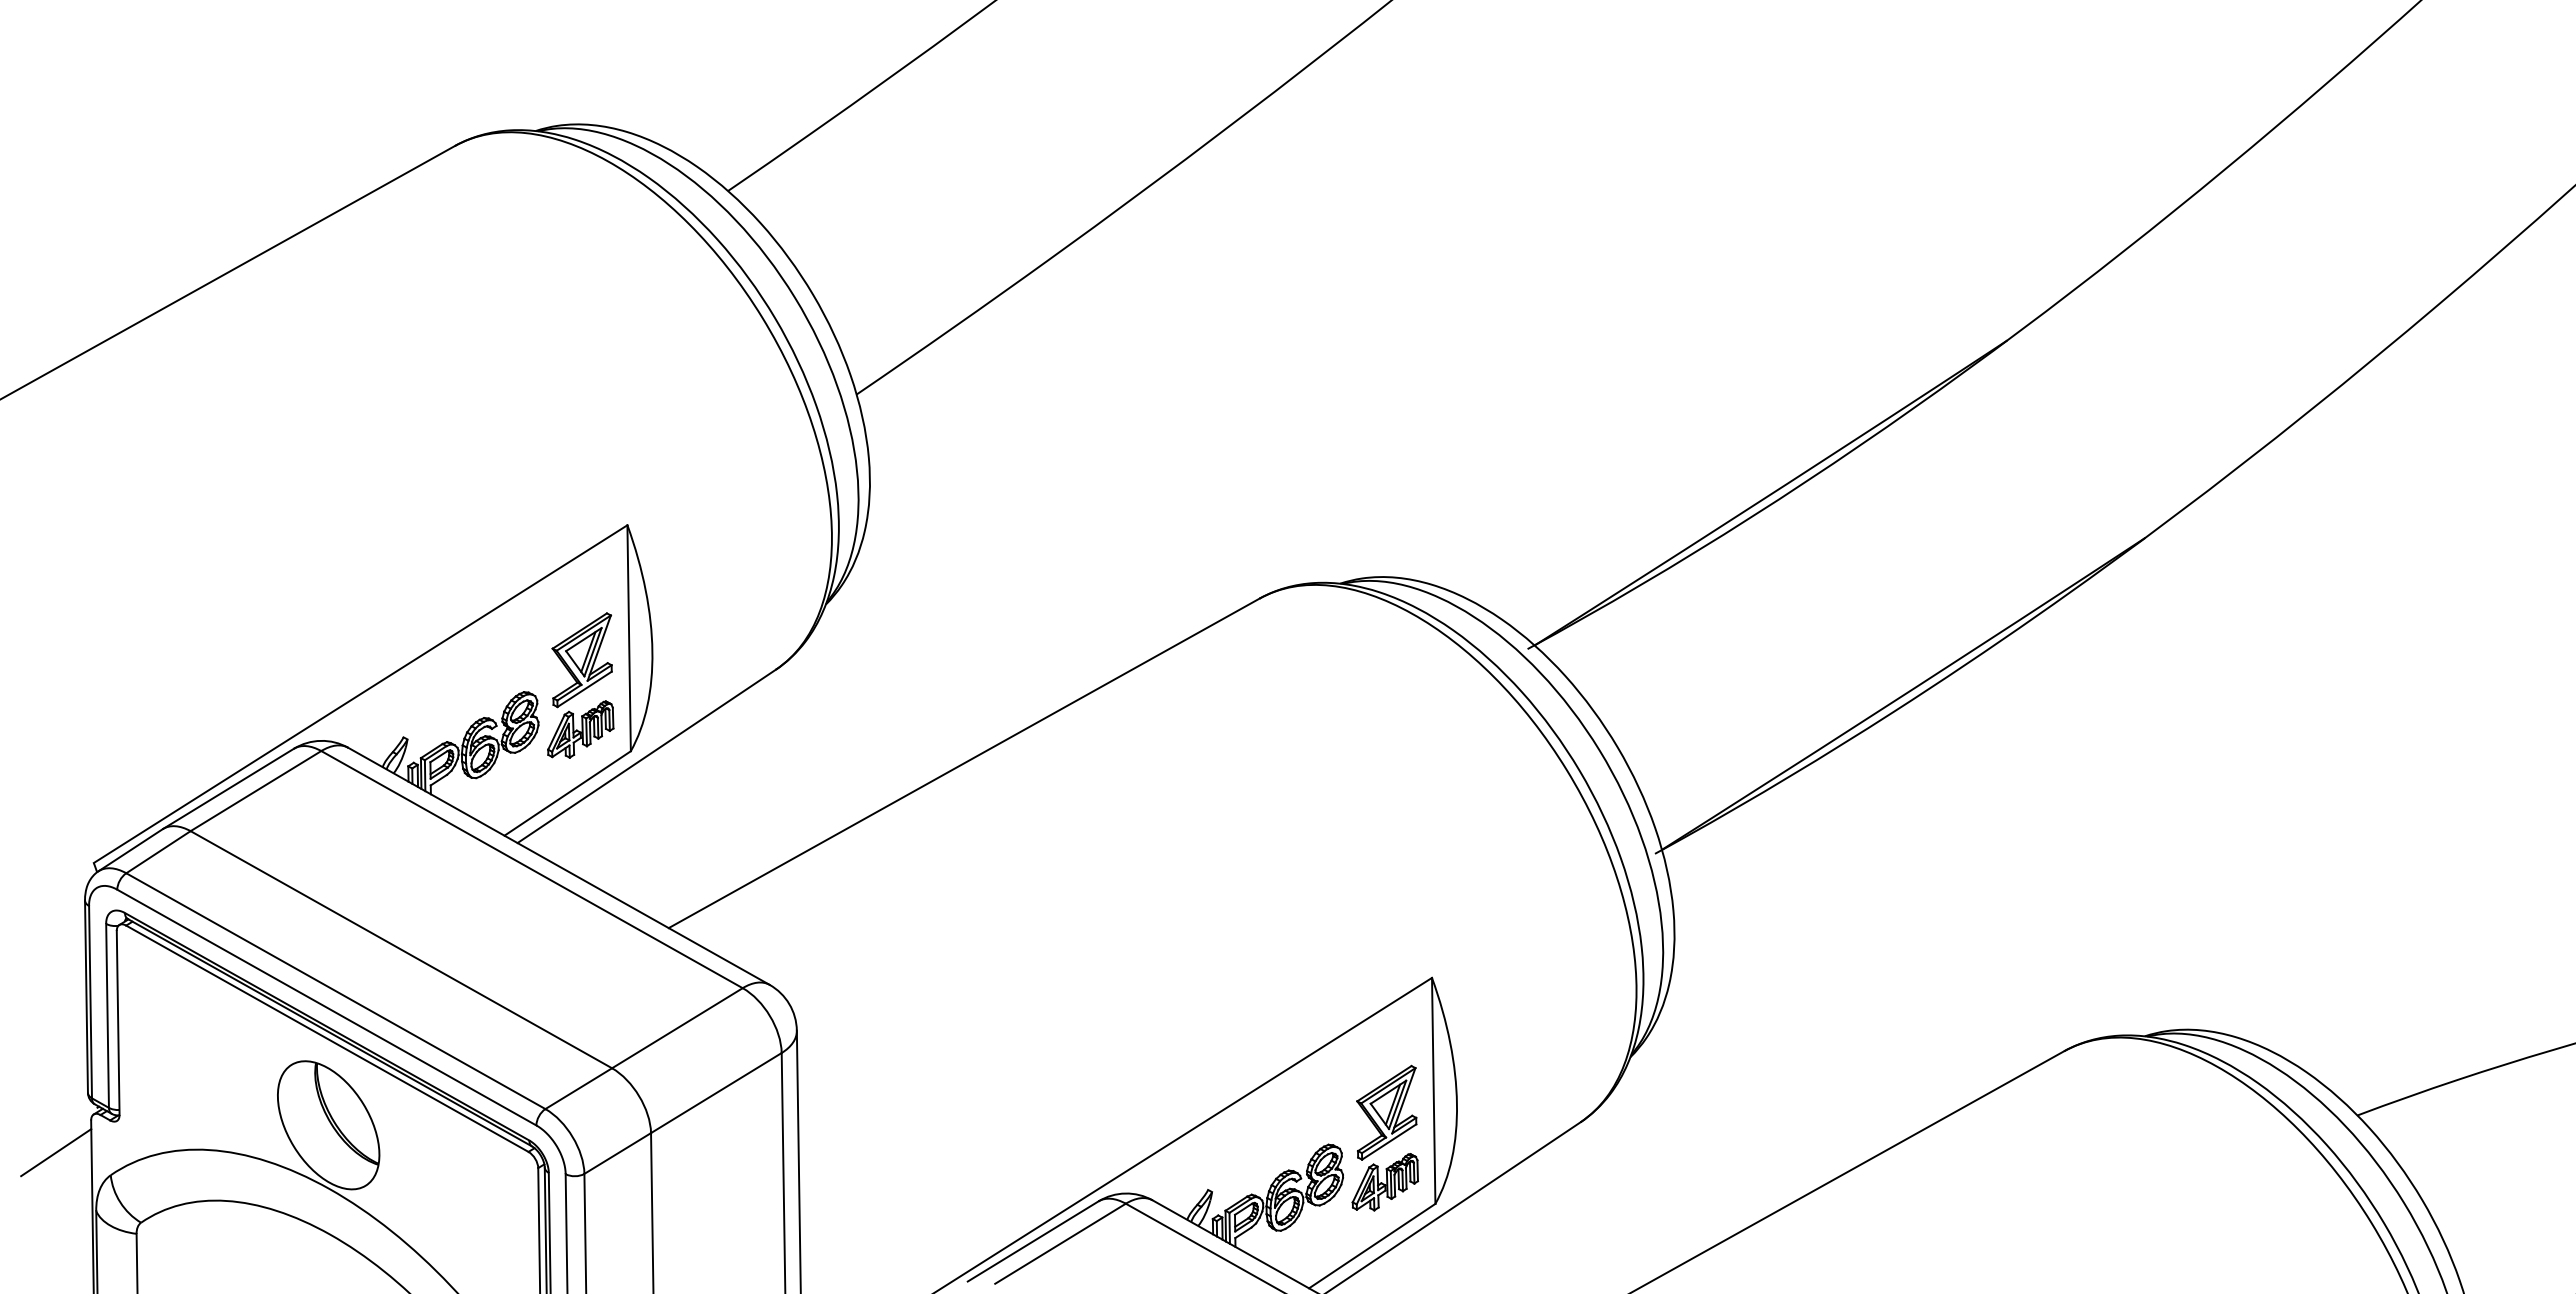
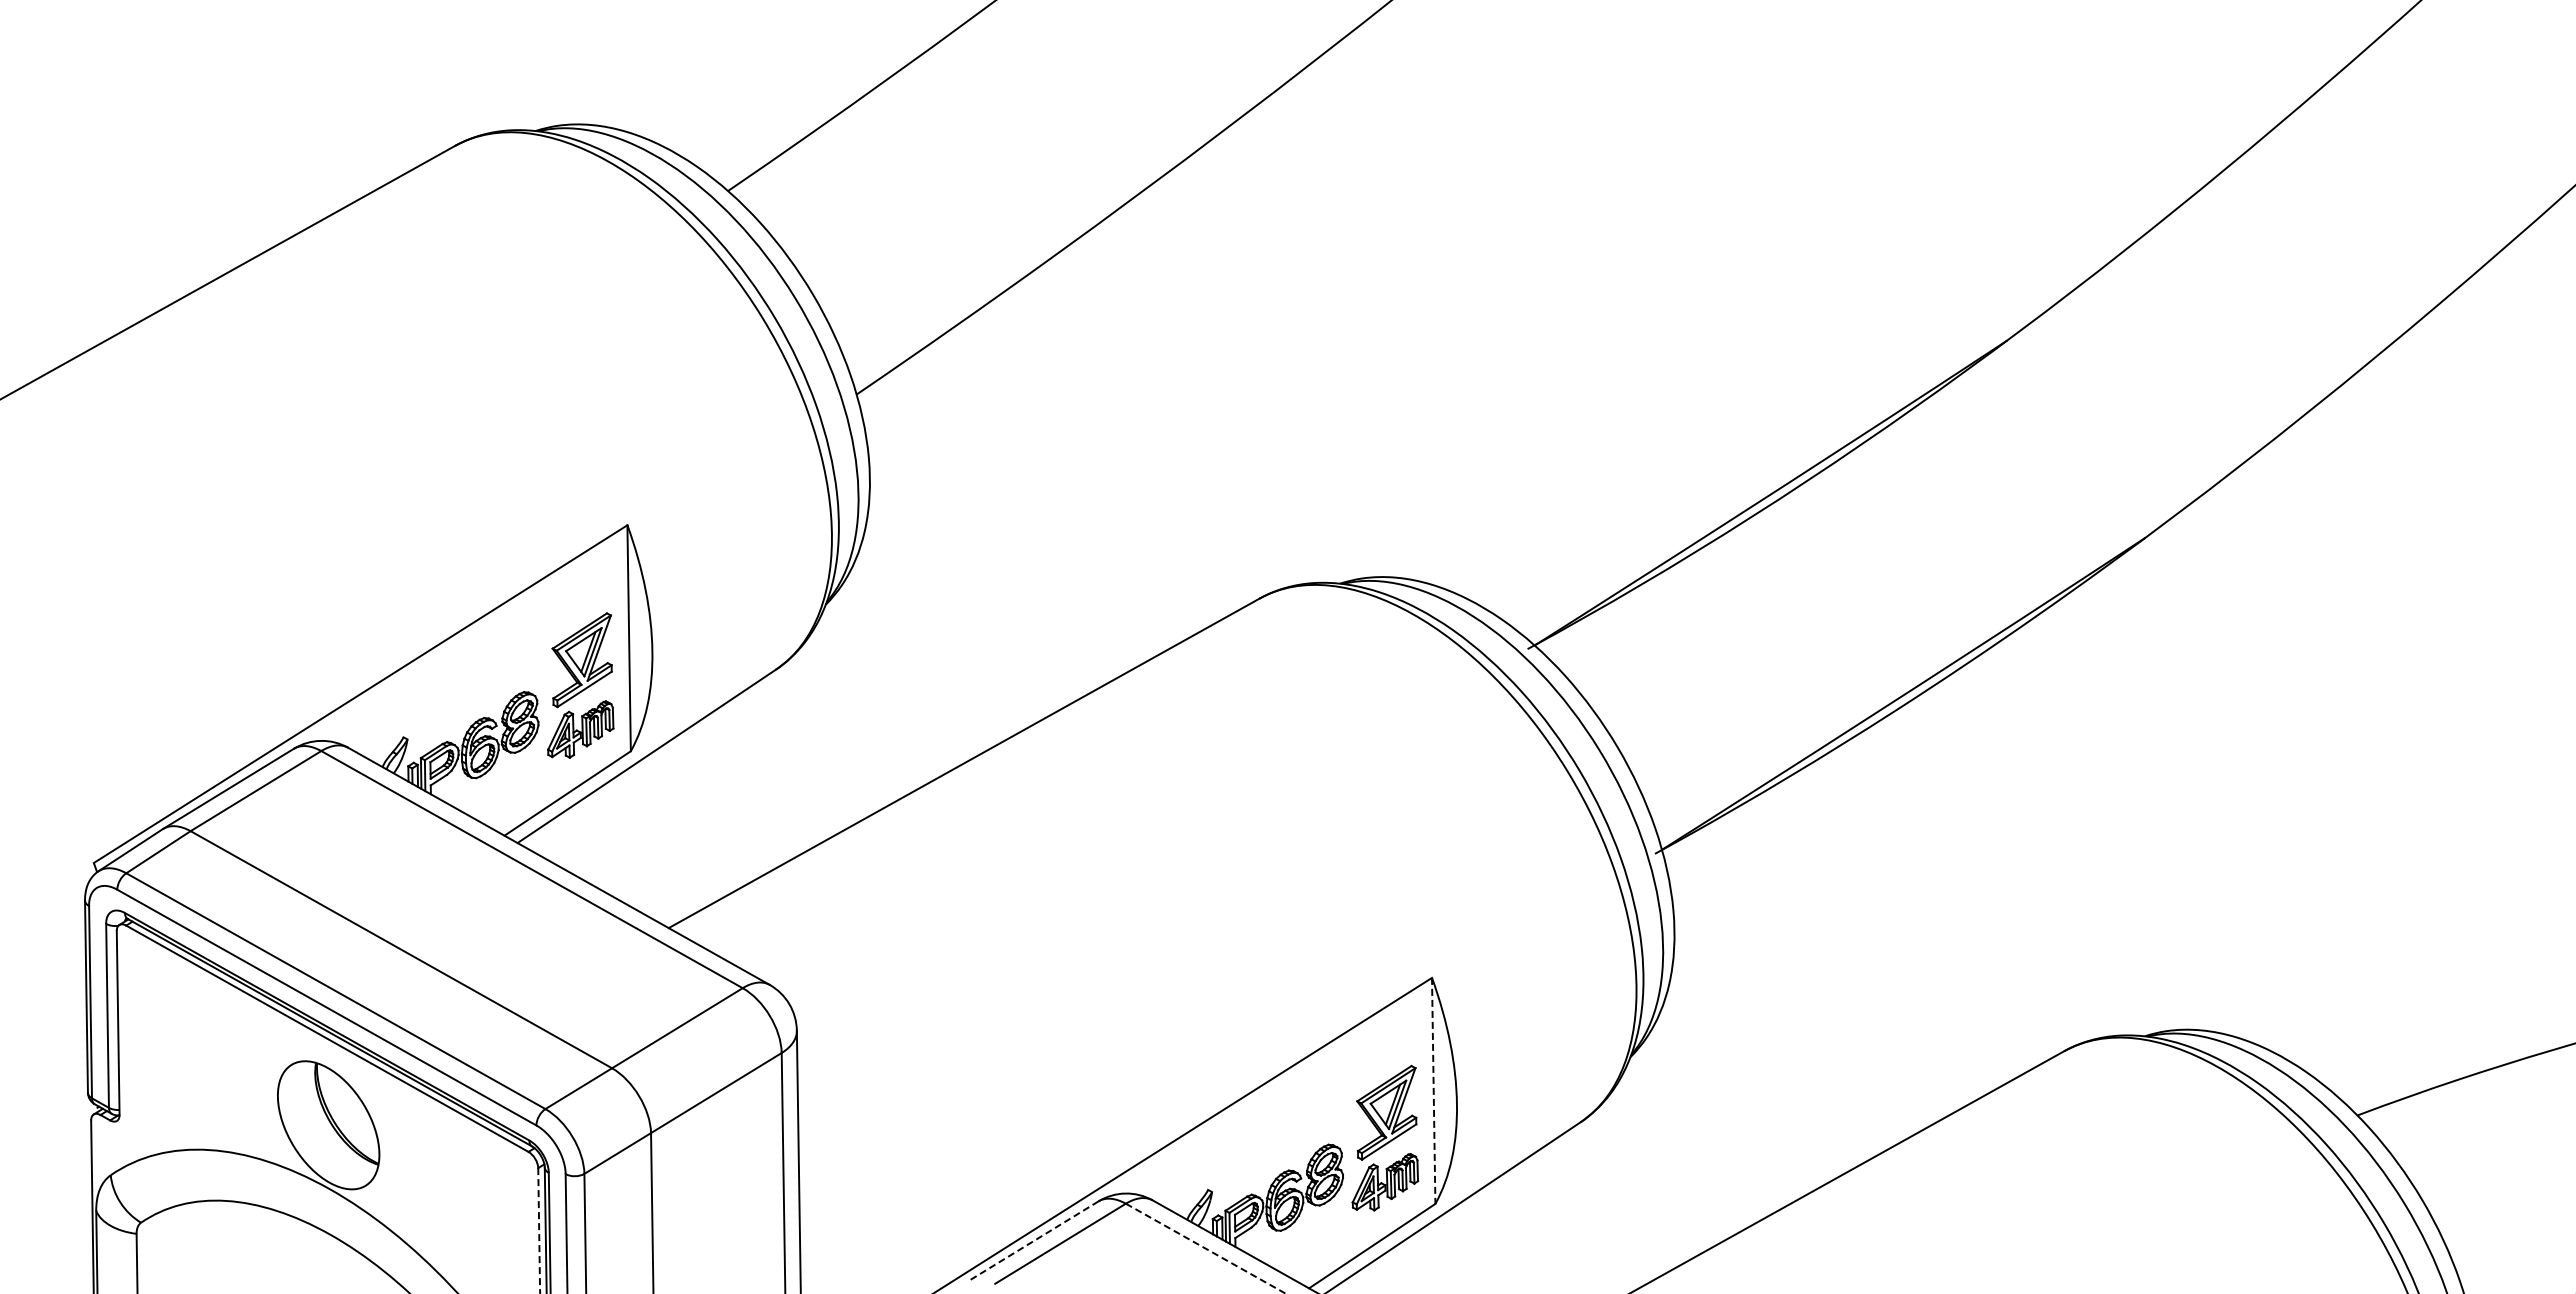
line at (1433, 1091): solid -> dashed
line at (56, 1152): present -> none
line at (539, 1231): solid -> dashed
line at (1033, 1241): solid -> dashed
line at (1205, 1248): solid -> dashed
